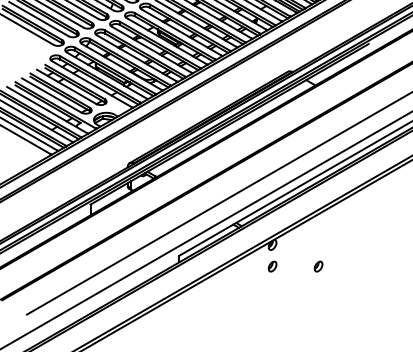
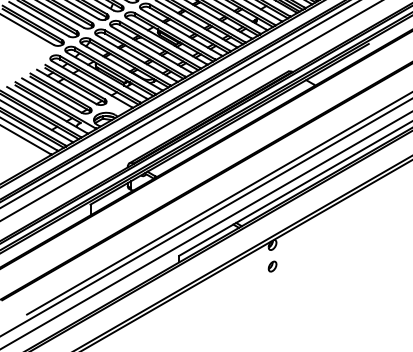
line at (179, 104): none -> present
line at (190, 110): none -> present
line at (205, 217): none -> present
part at (318, 266): present -> none
